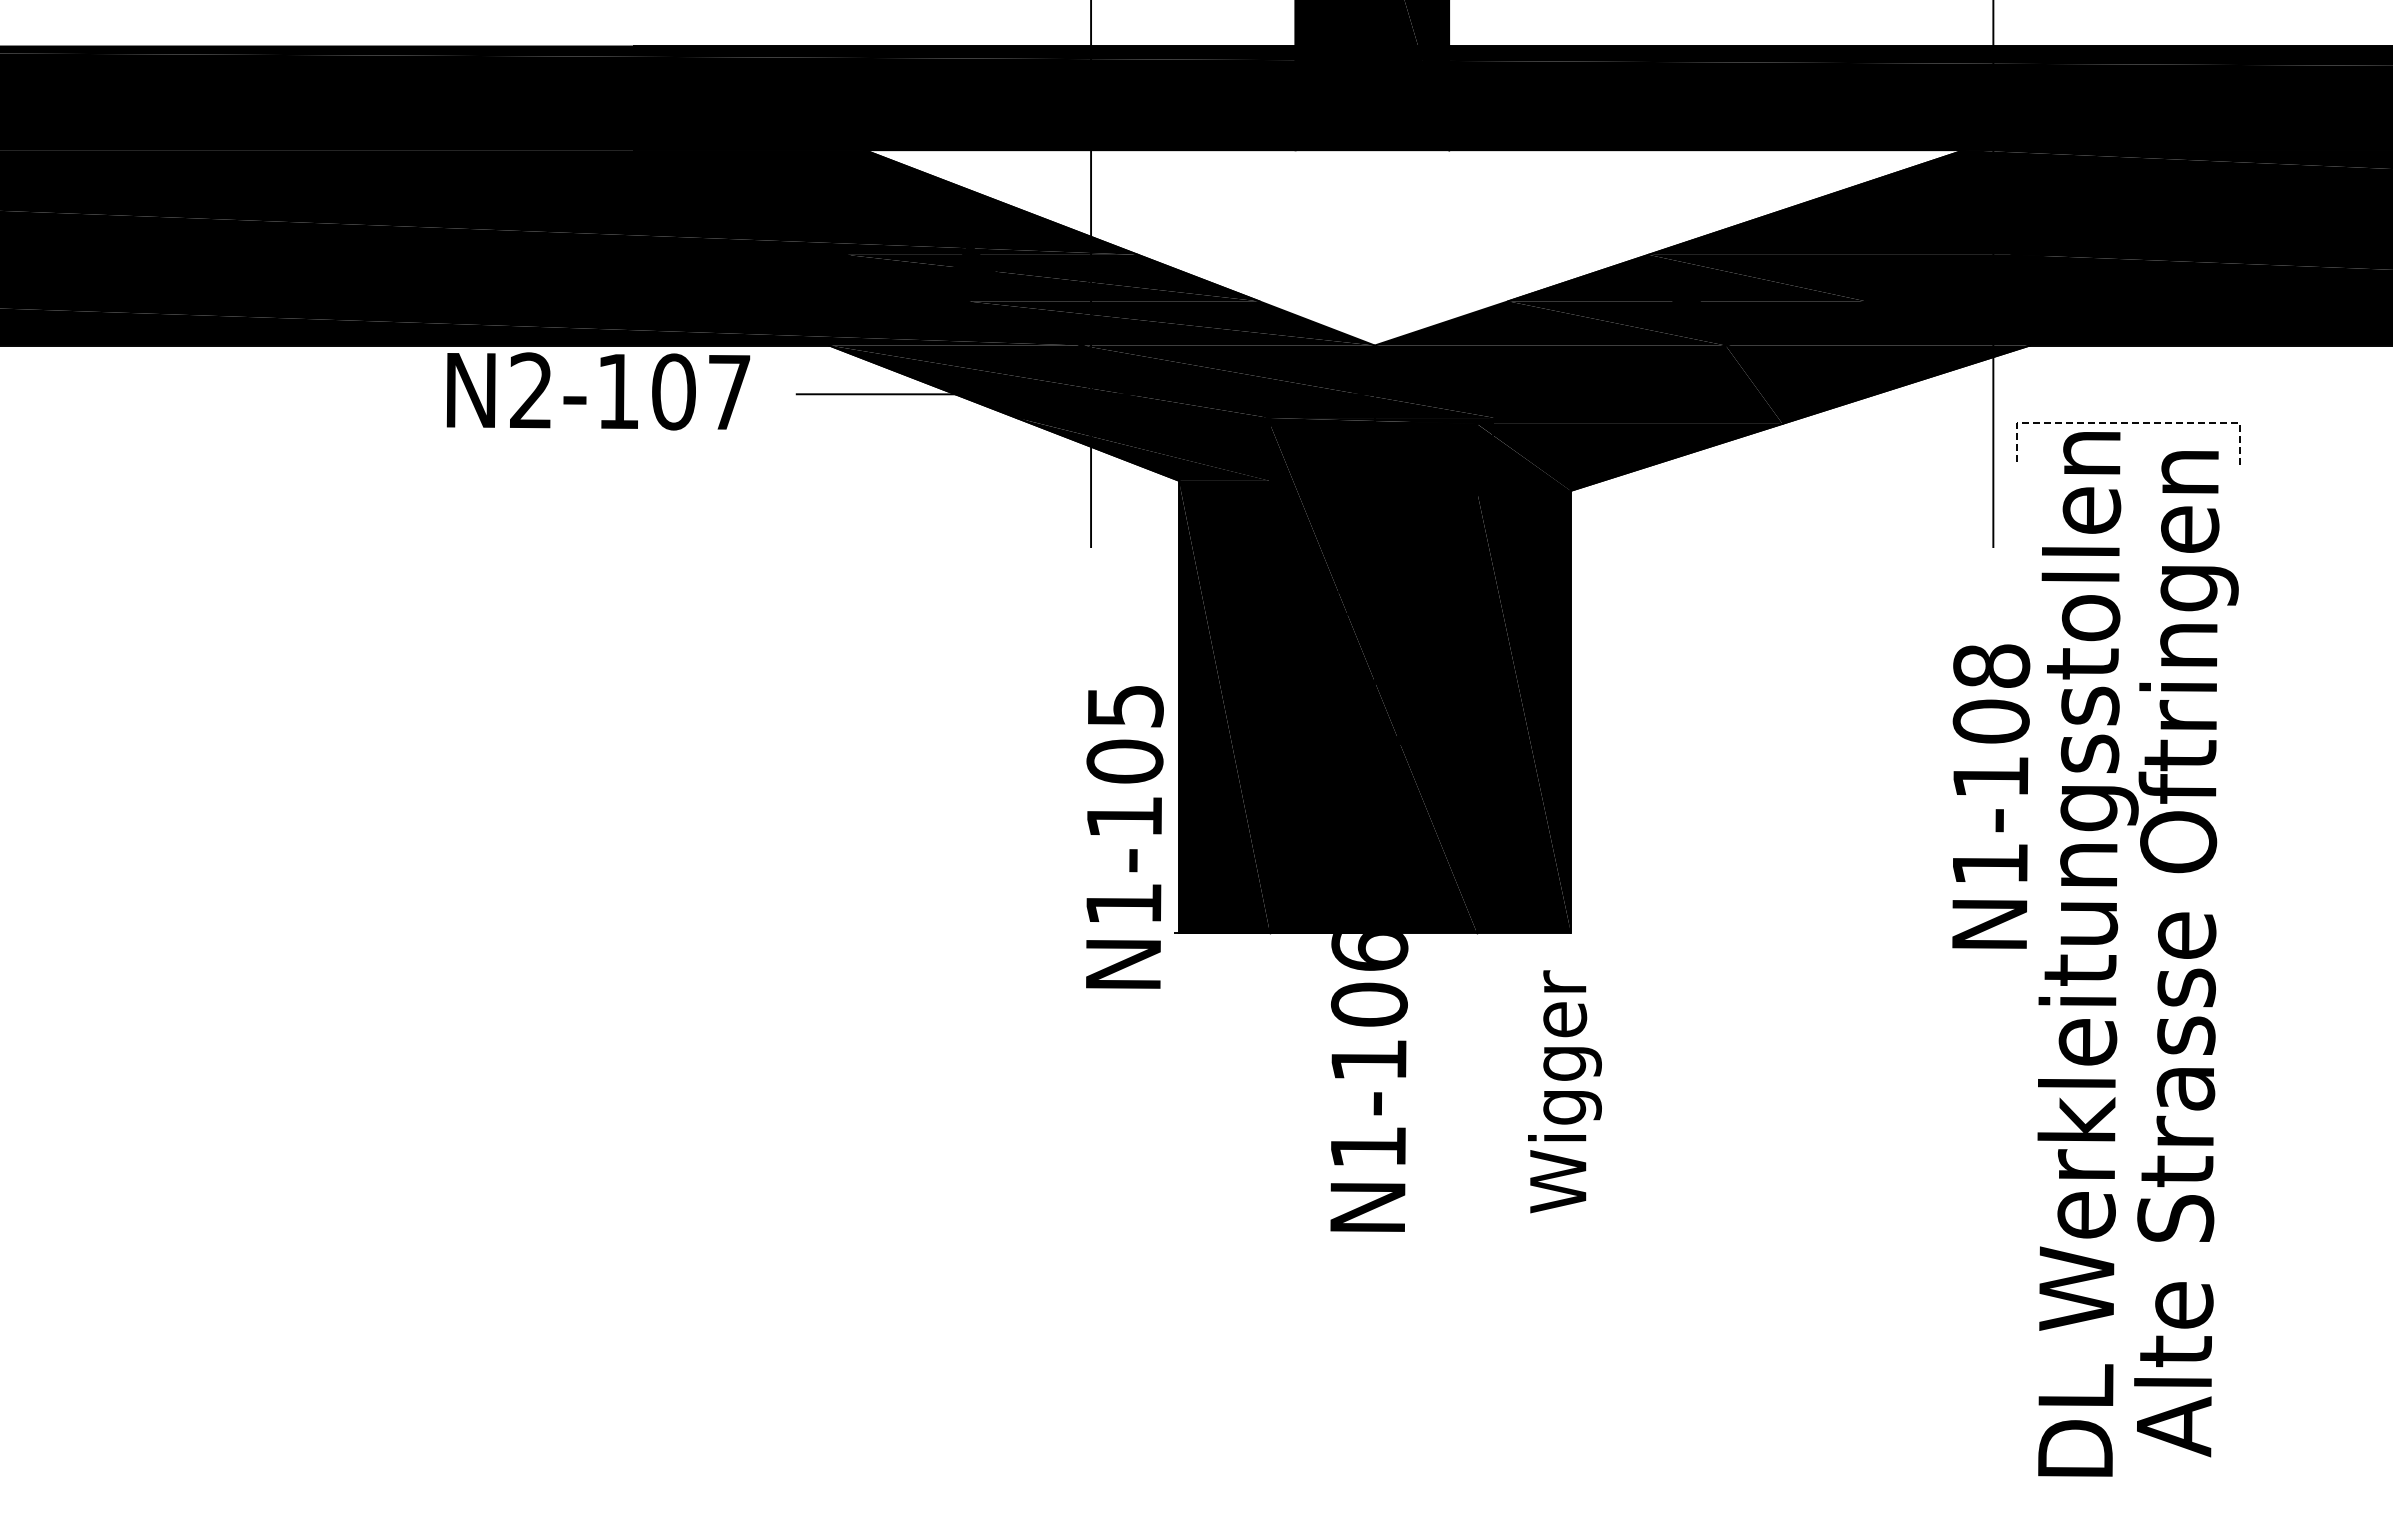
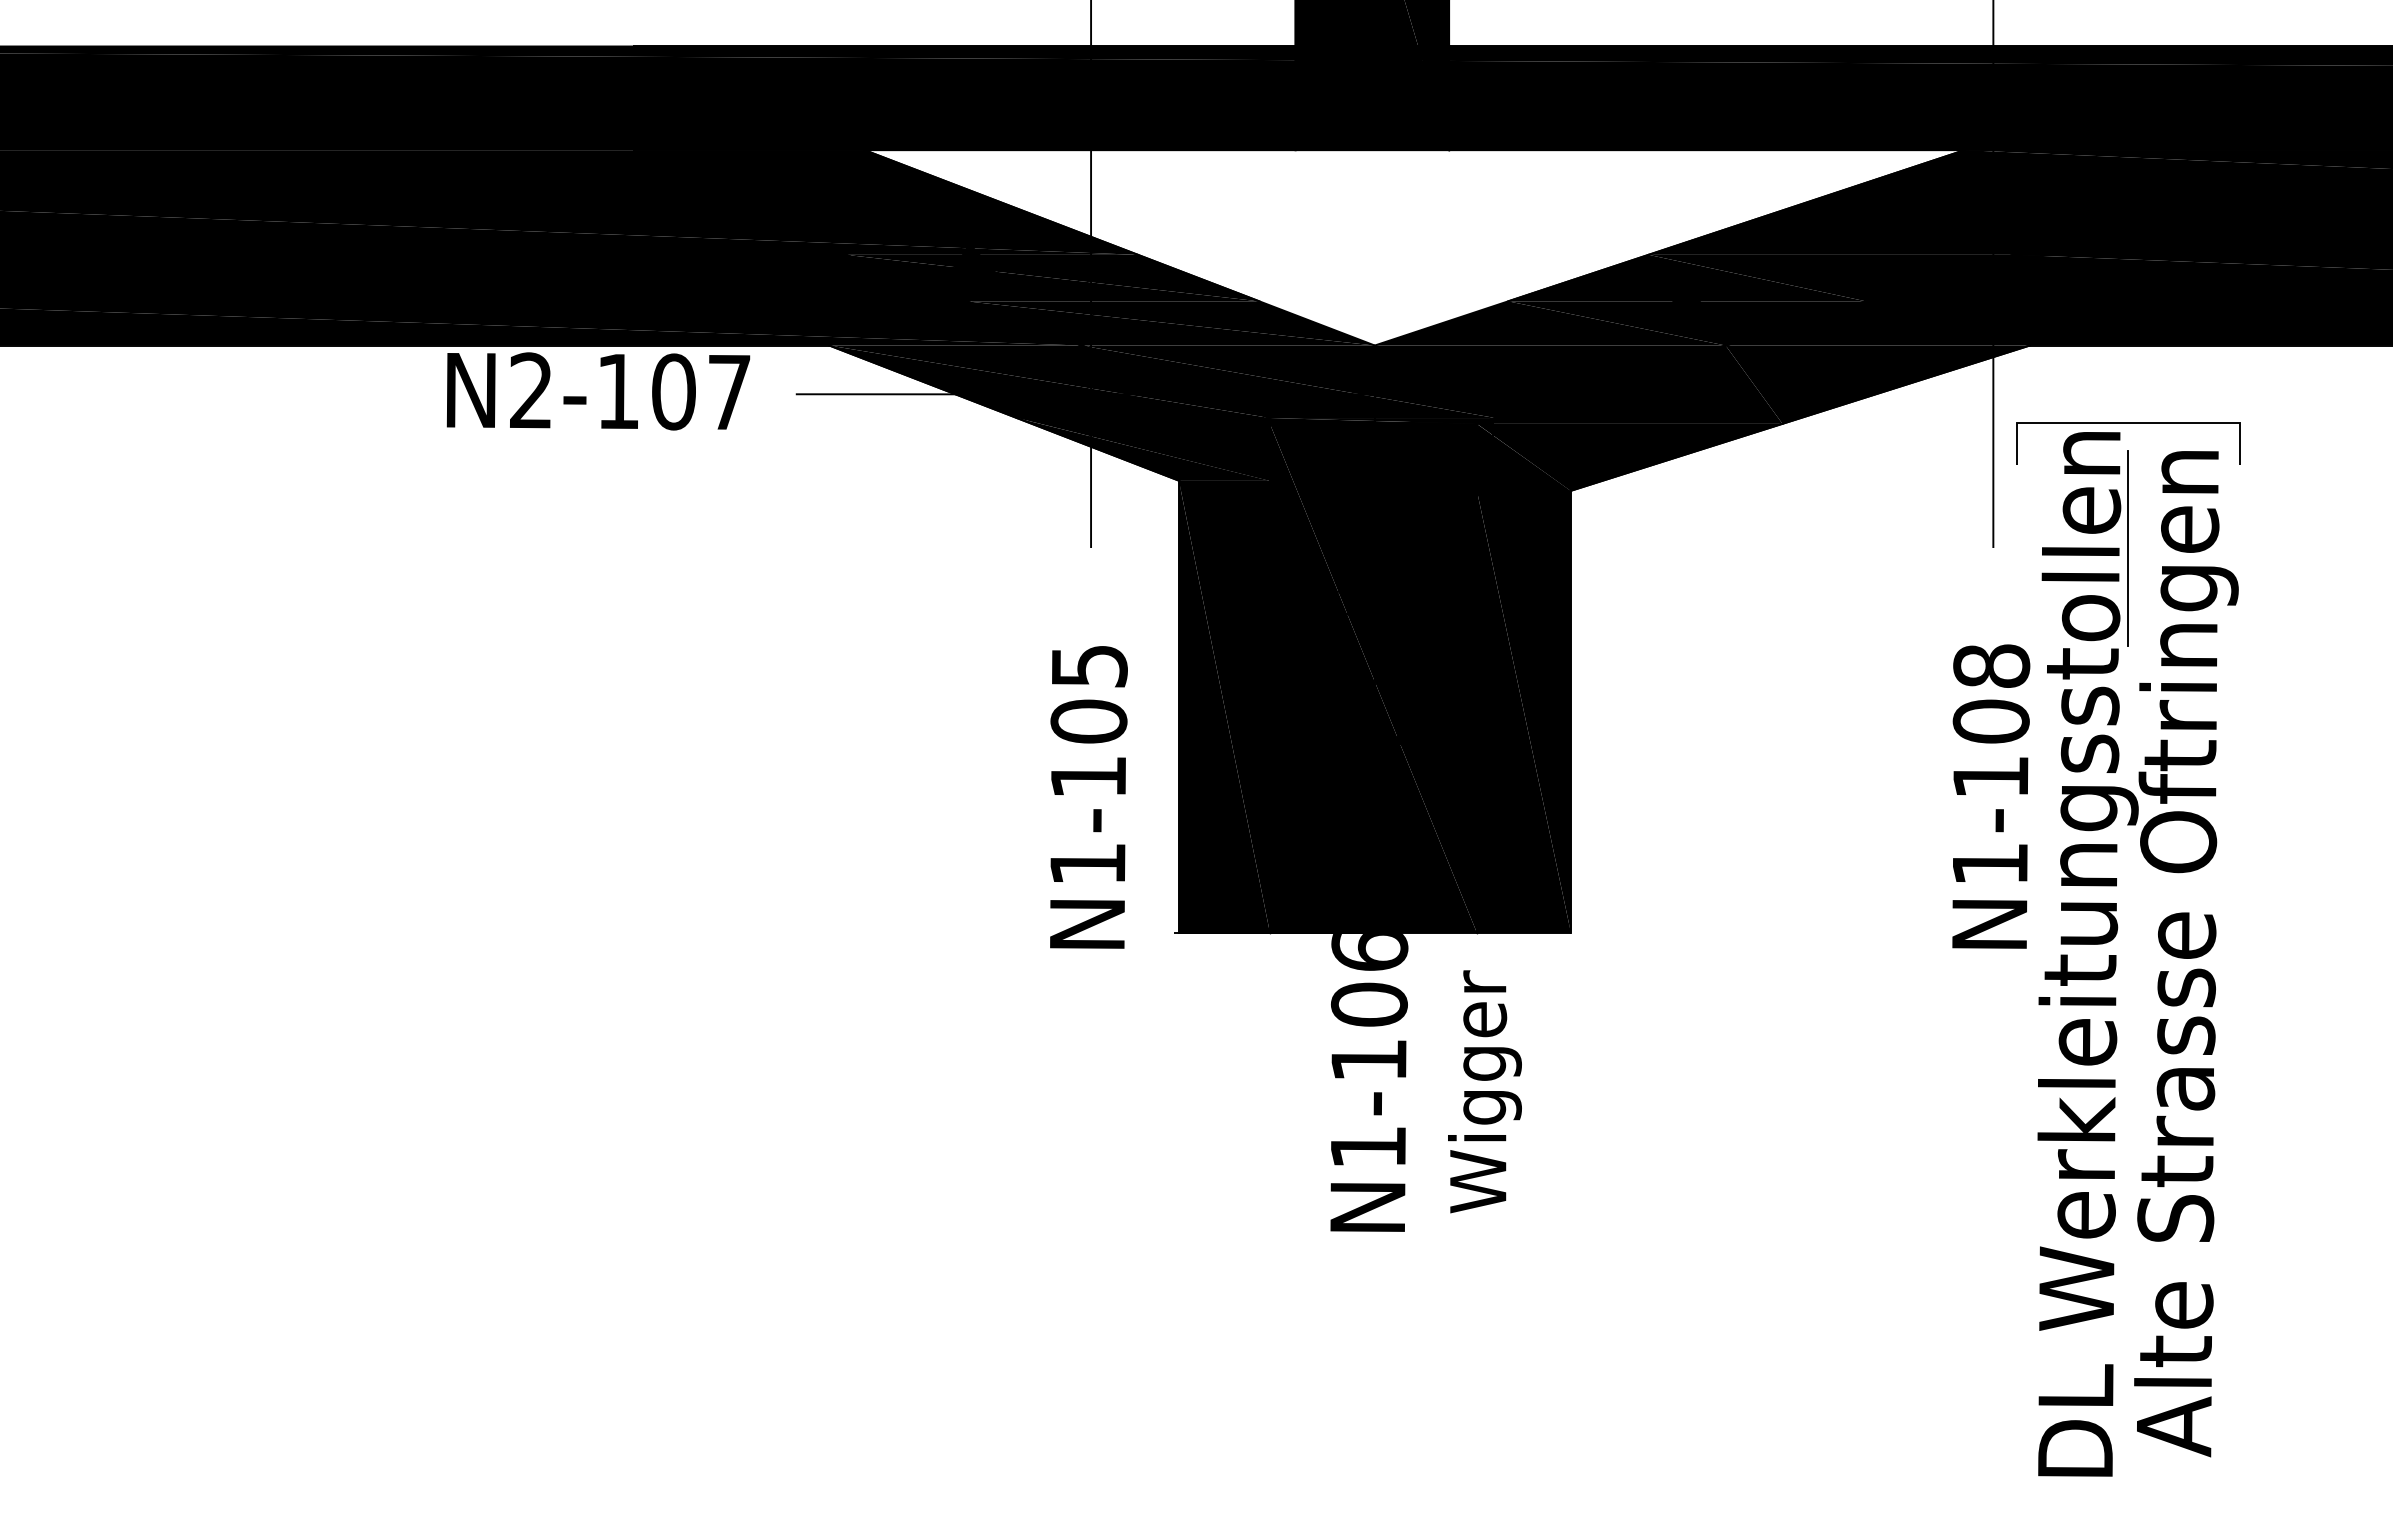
line at (2128, 422): dashed -> solid
line at (2128, 548): none -> present
text at (1124, 837) position: (1124, 837) -> (1088, 797)
text at (1564, 1091) position: (1564, 1091) -> (1484, 1091)
